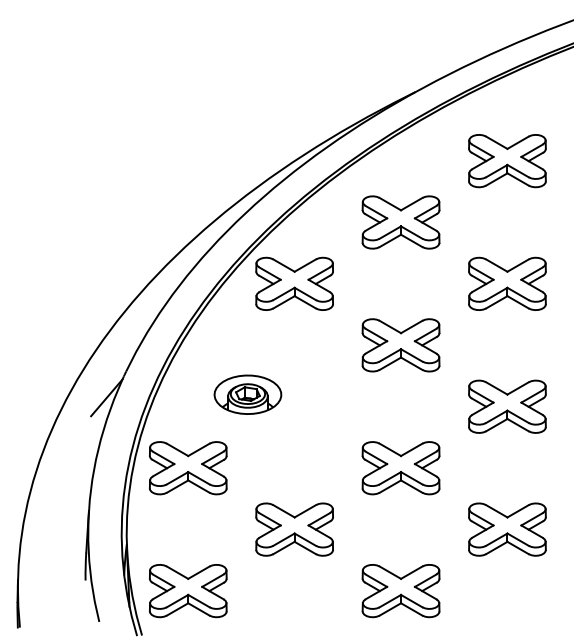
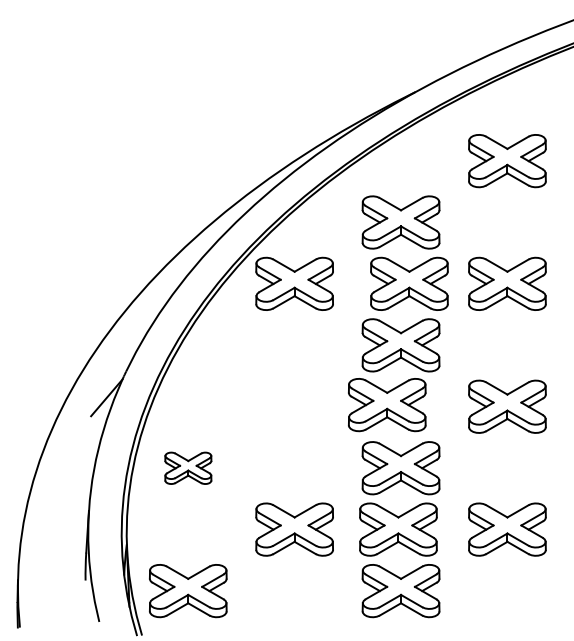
part at (409, 283): none -> present
part at (247, 394): present -> none
part at (387, 405): none -> present
part at (188, 468) size: 79x55 px -> 49x34 px
part at (398, 529): none -> present
